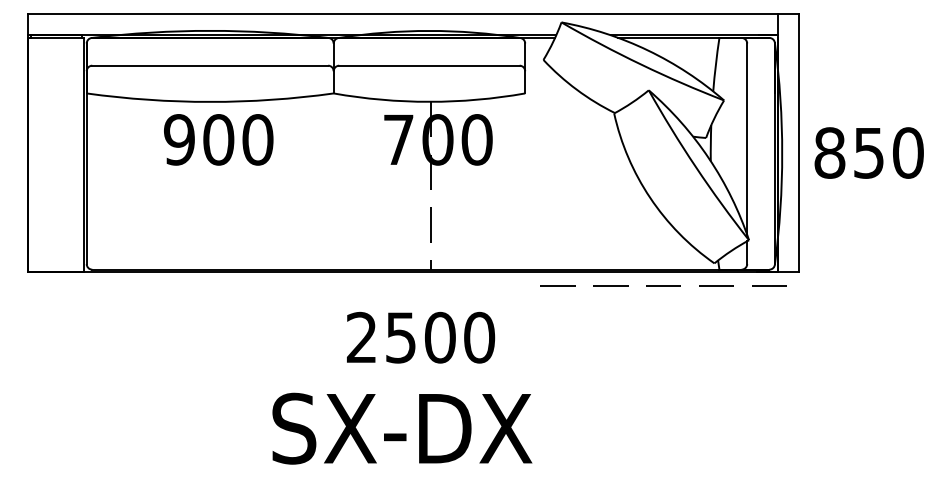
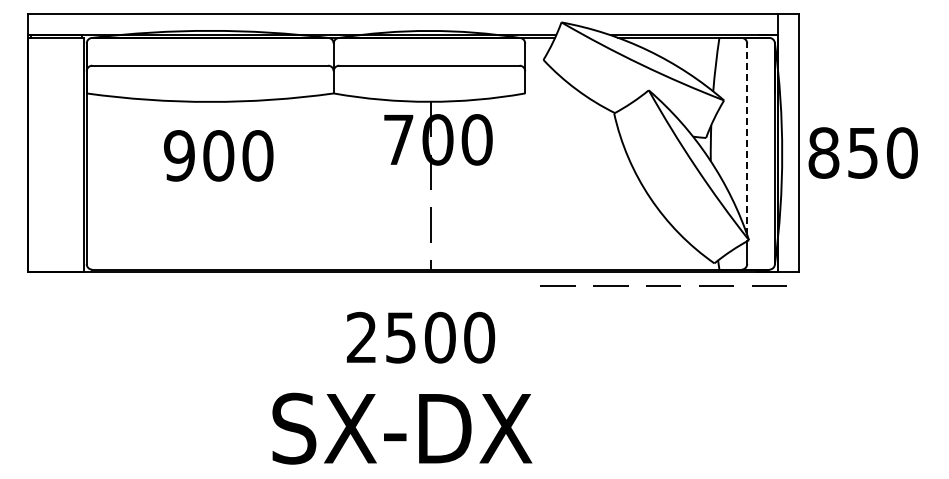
text at (218, 139) position: (218, 139) -> (218, 155)
line at (747, 139): solid -> dashed
text at (868, 152) position: (868, 152) -> (862, 152)
